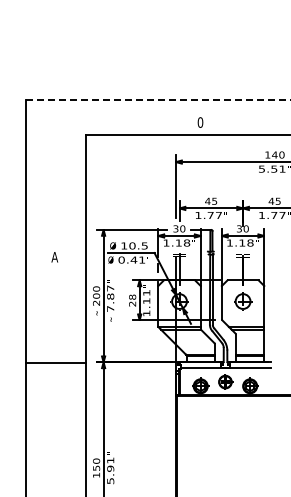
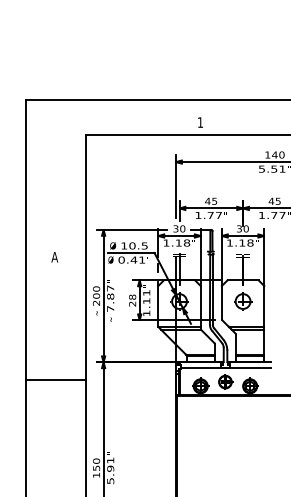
line at (158, 99): dashed -> solid
text at (200, 122): 0 -> 1
line at (55, 362) position: (55, 362) -> (55, 379)
